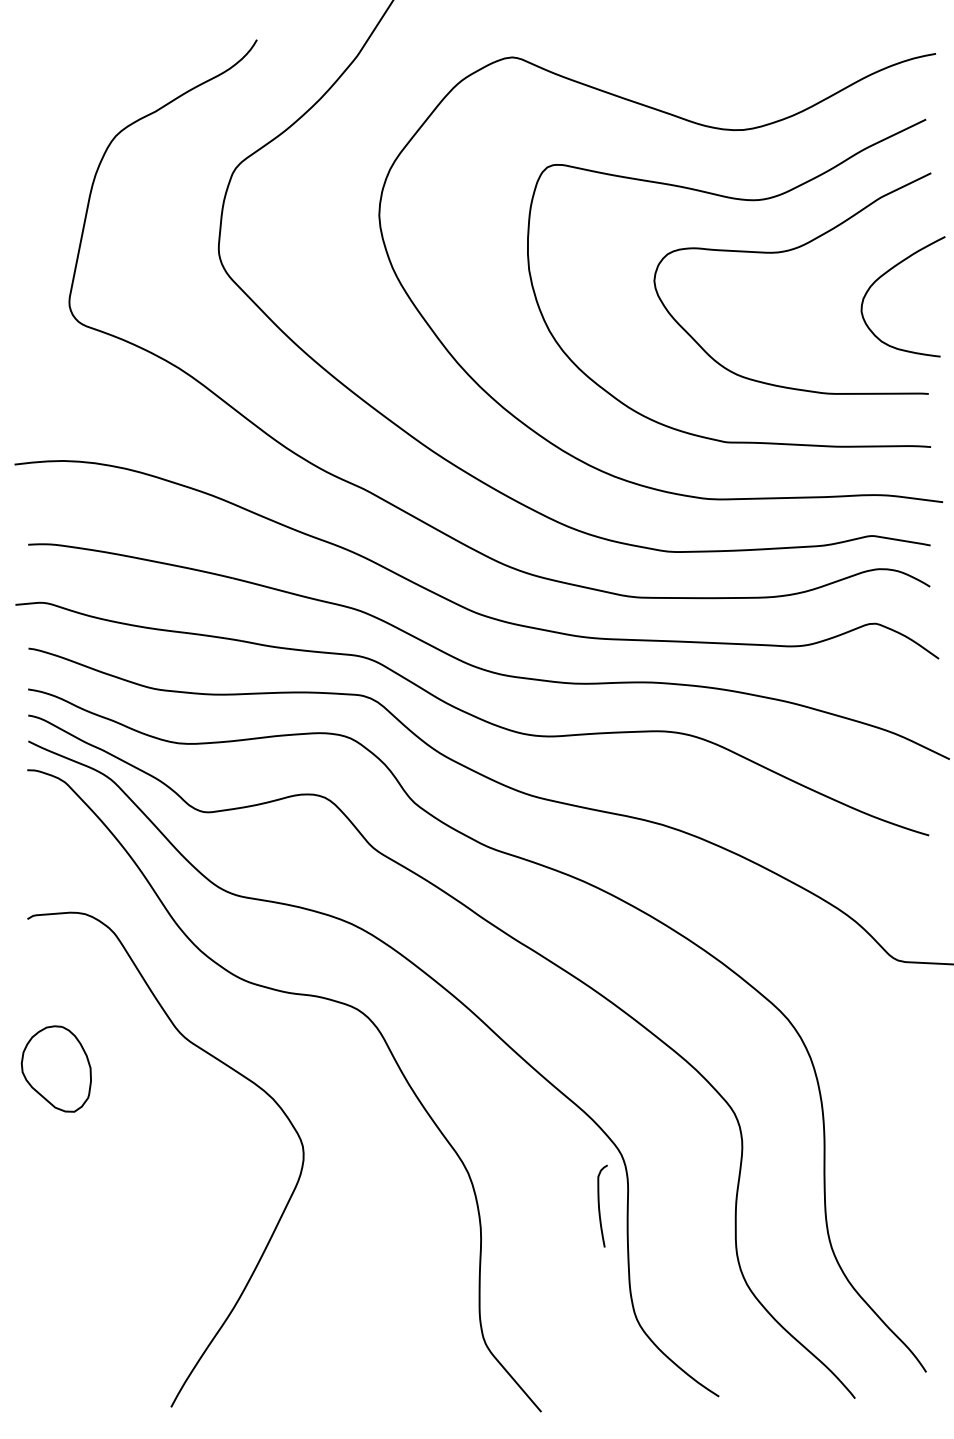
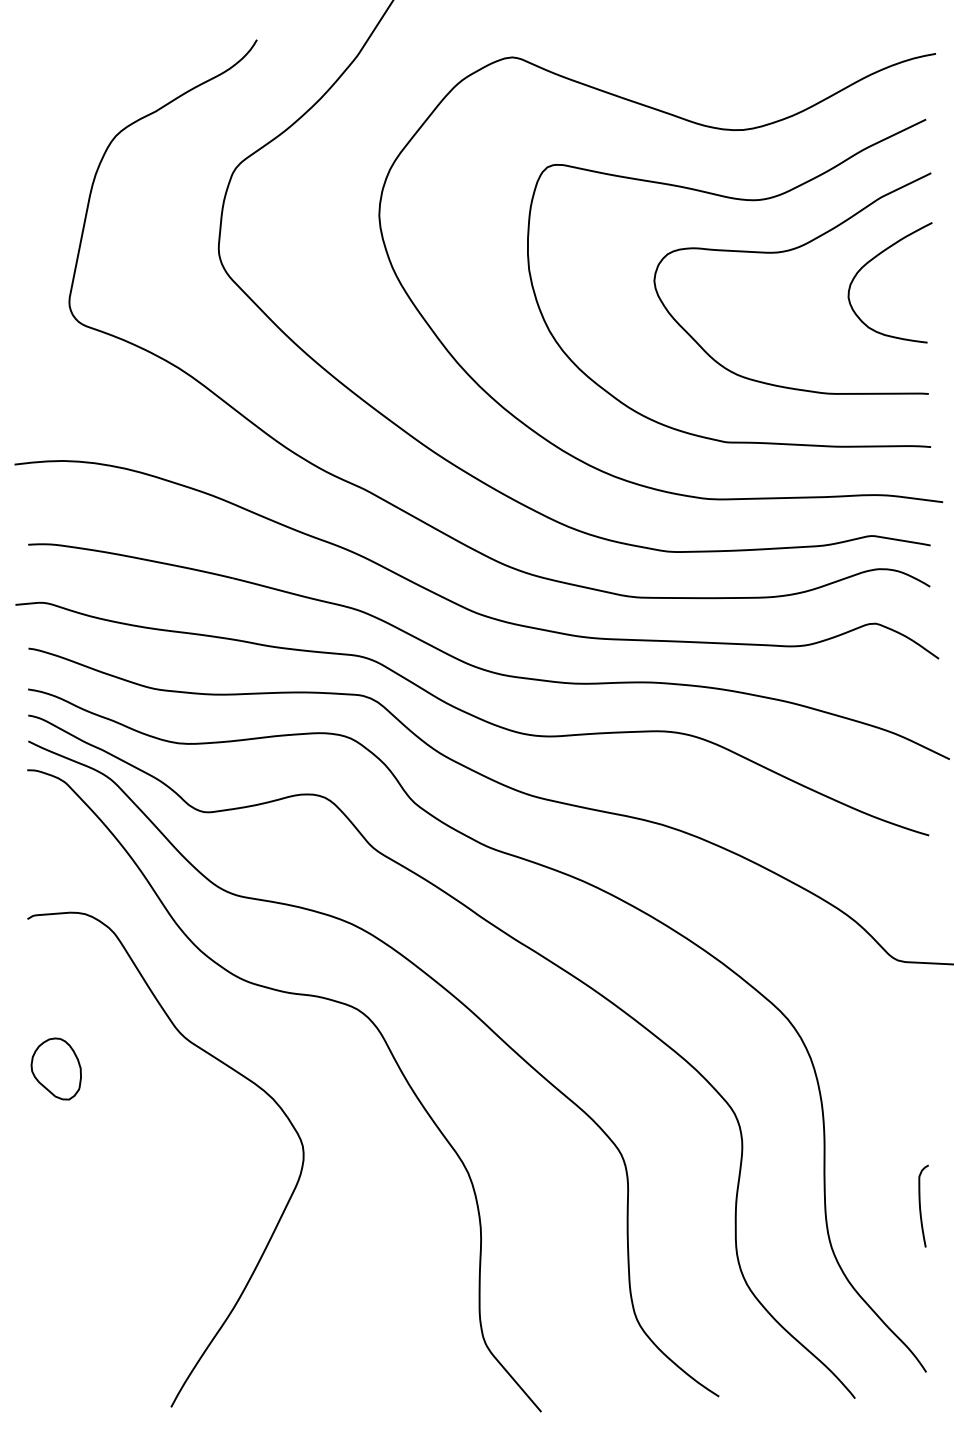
curve at (884, 275) position: (884, 275) -> (871, 261)
part at (55, 1068) size: 72x88 px -> 52x64 px
curve at (599, 1205) position: (599, 1205) -> (920, 1205)
